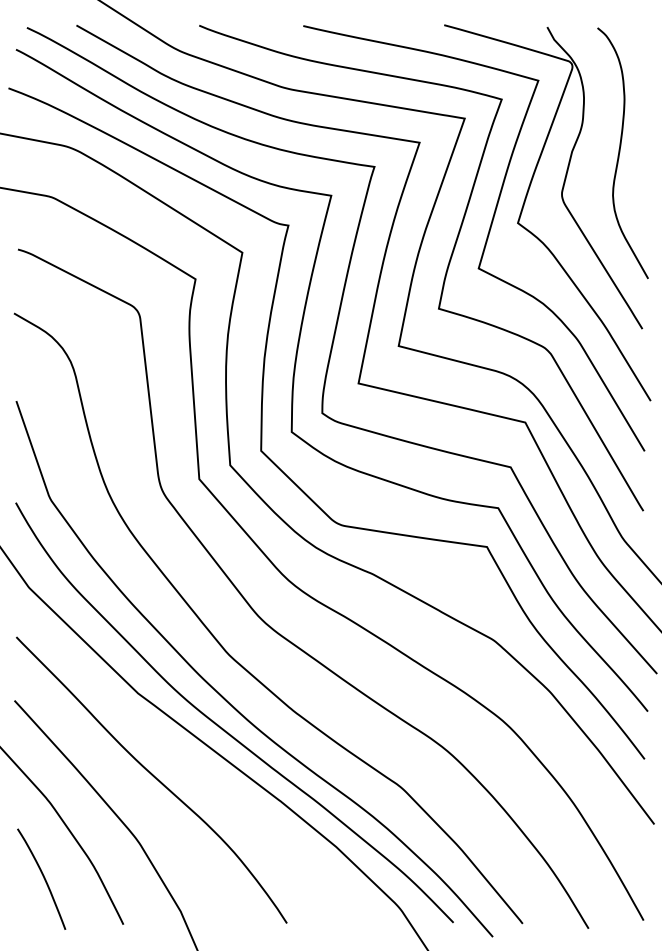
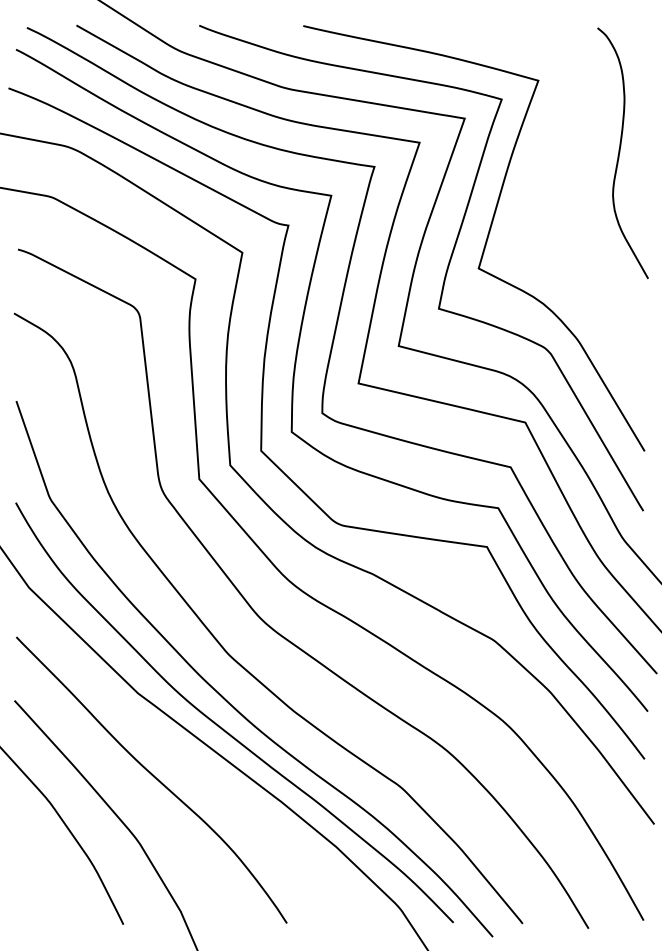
part at (563, 204): present -> none
curve at (43, 878): present -> none
